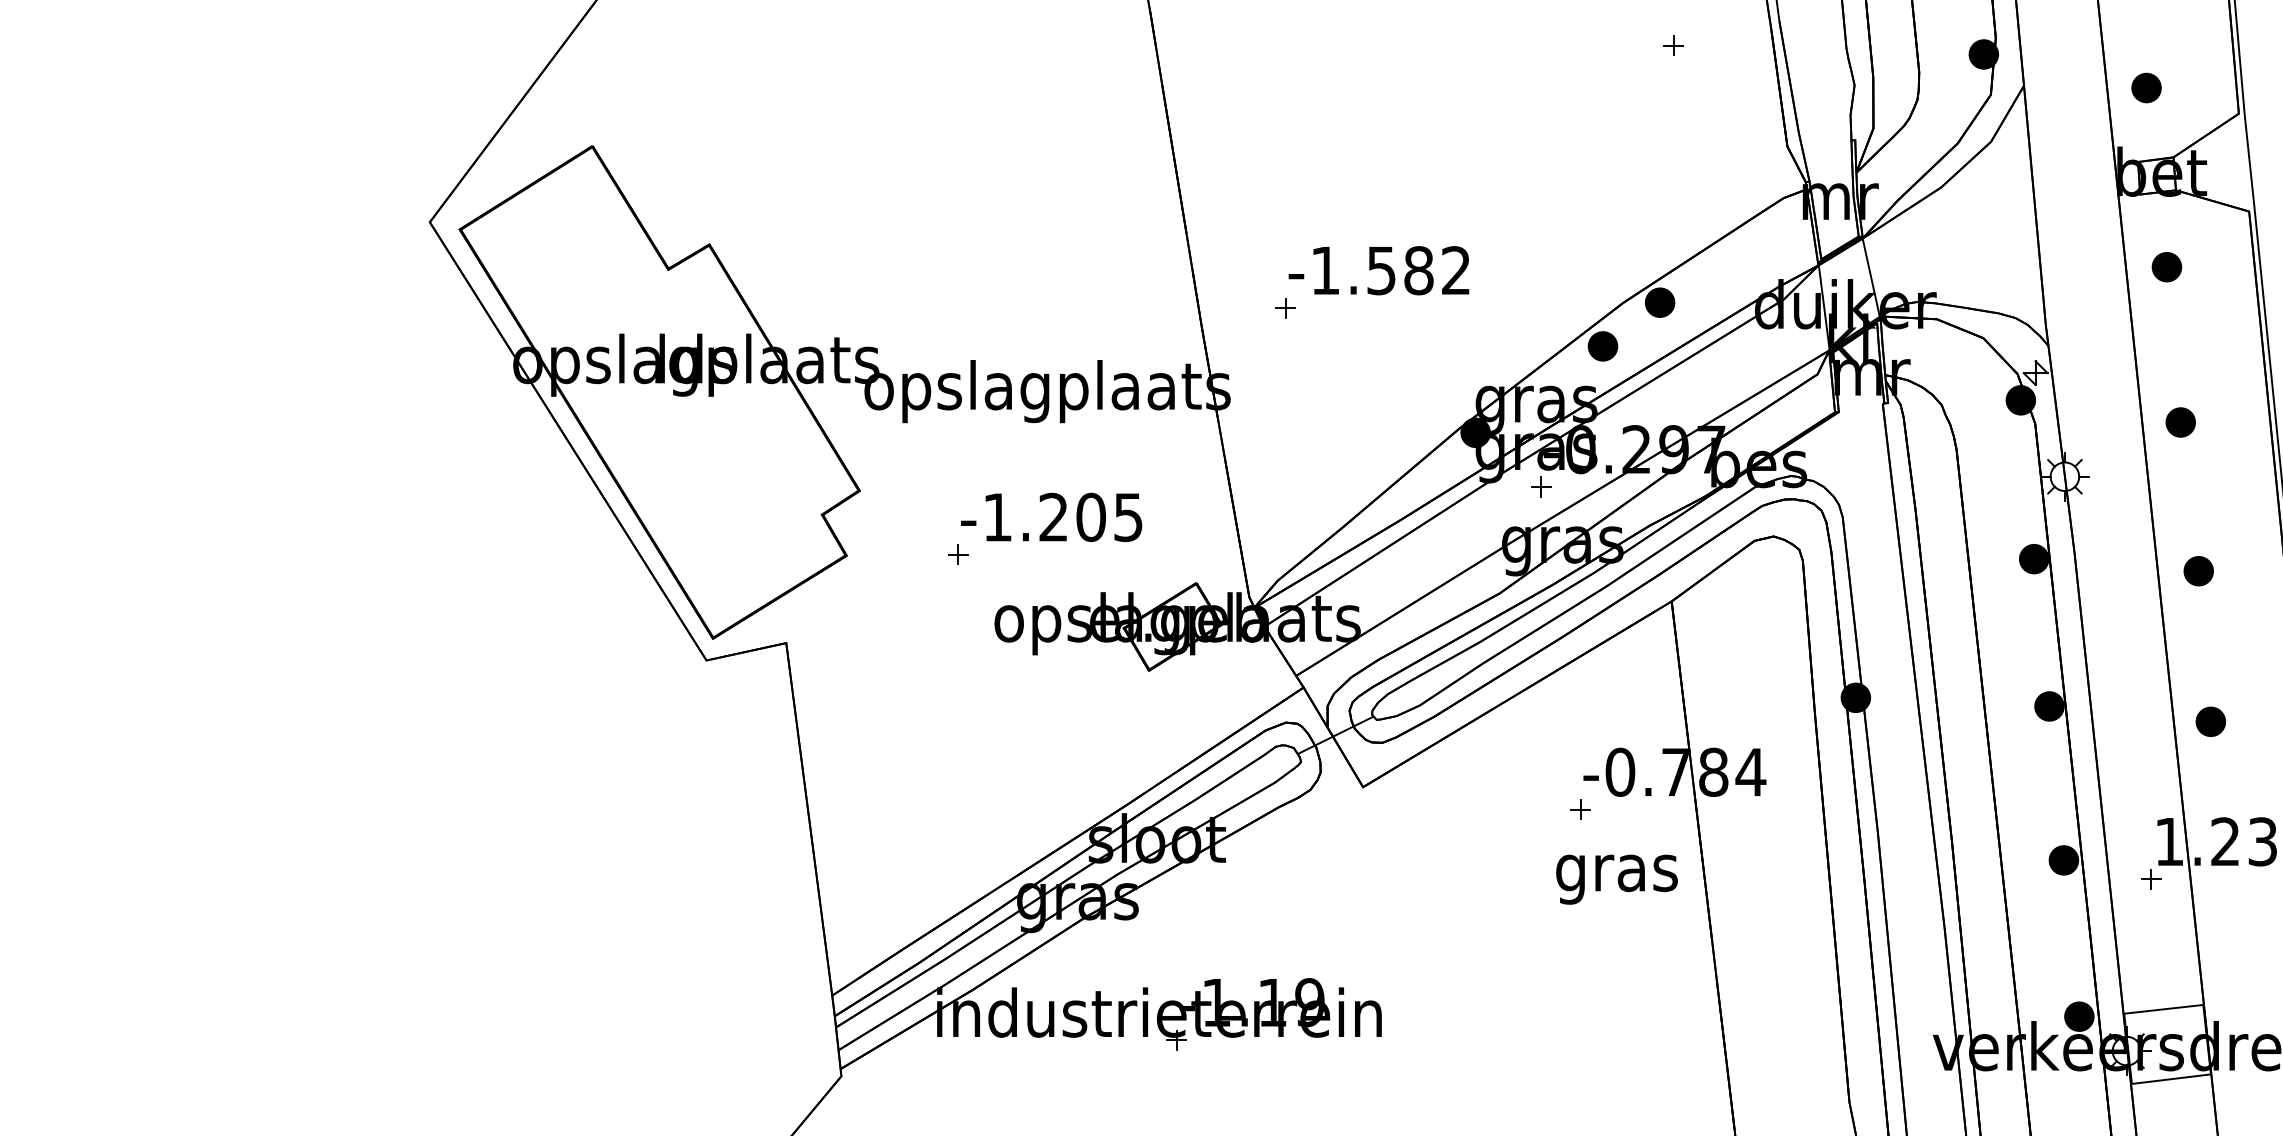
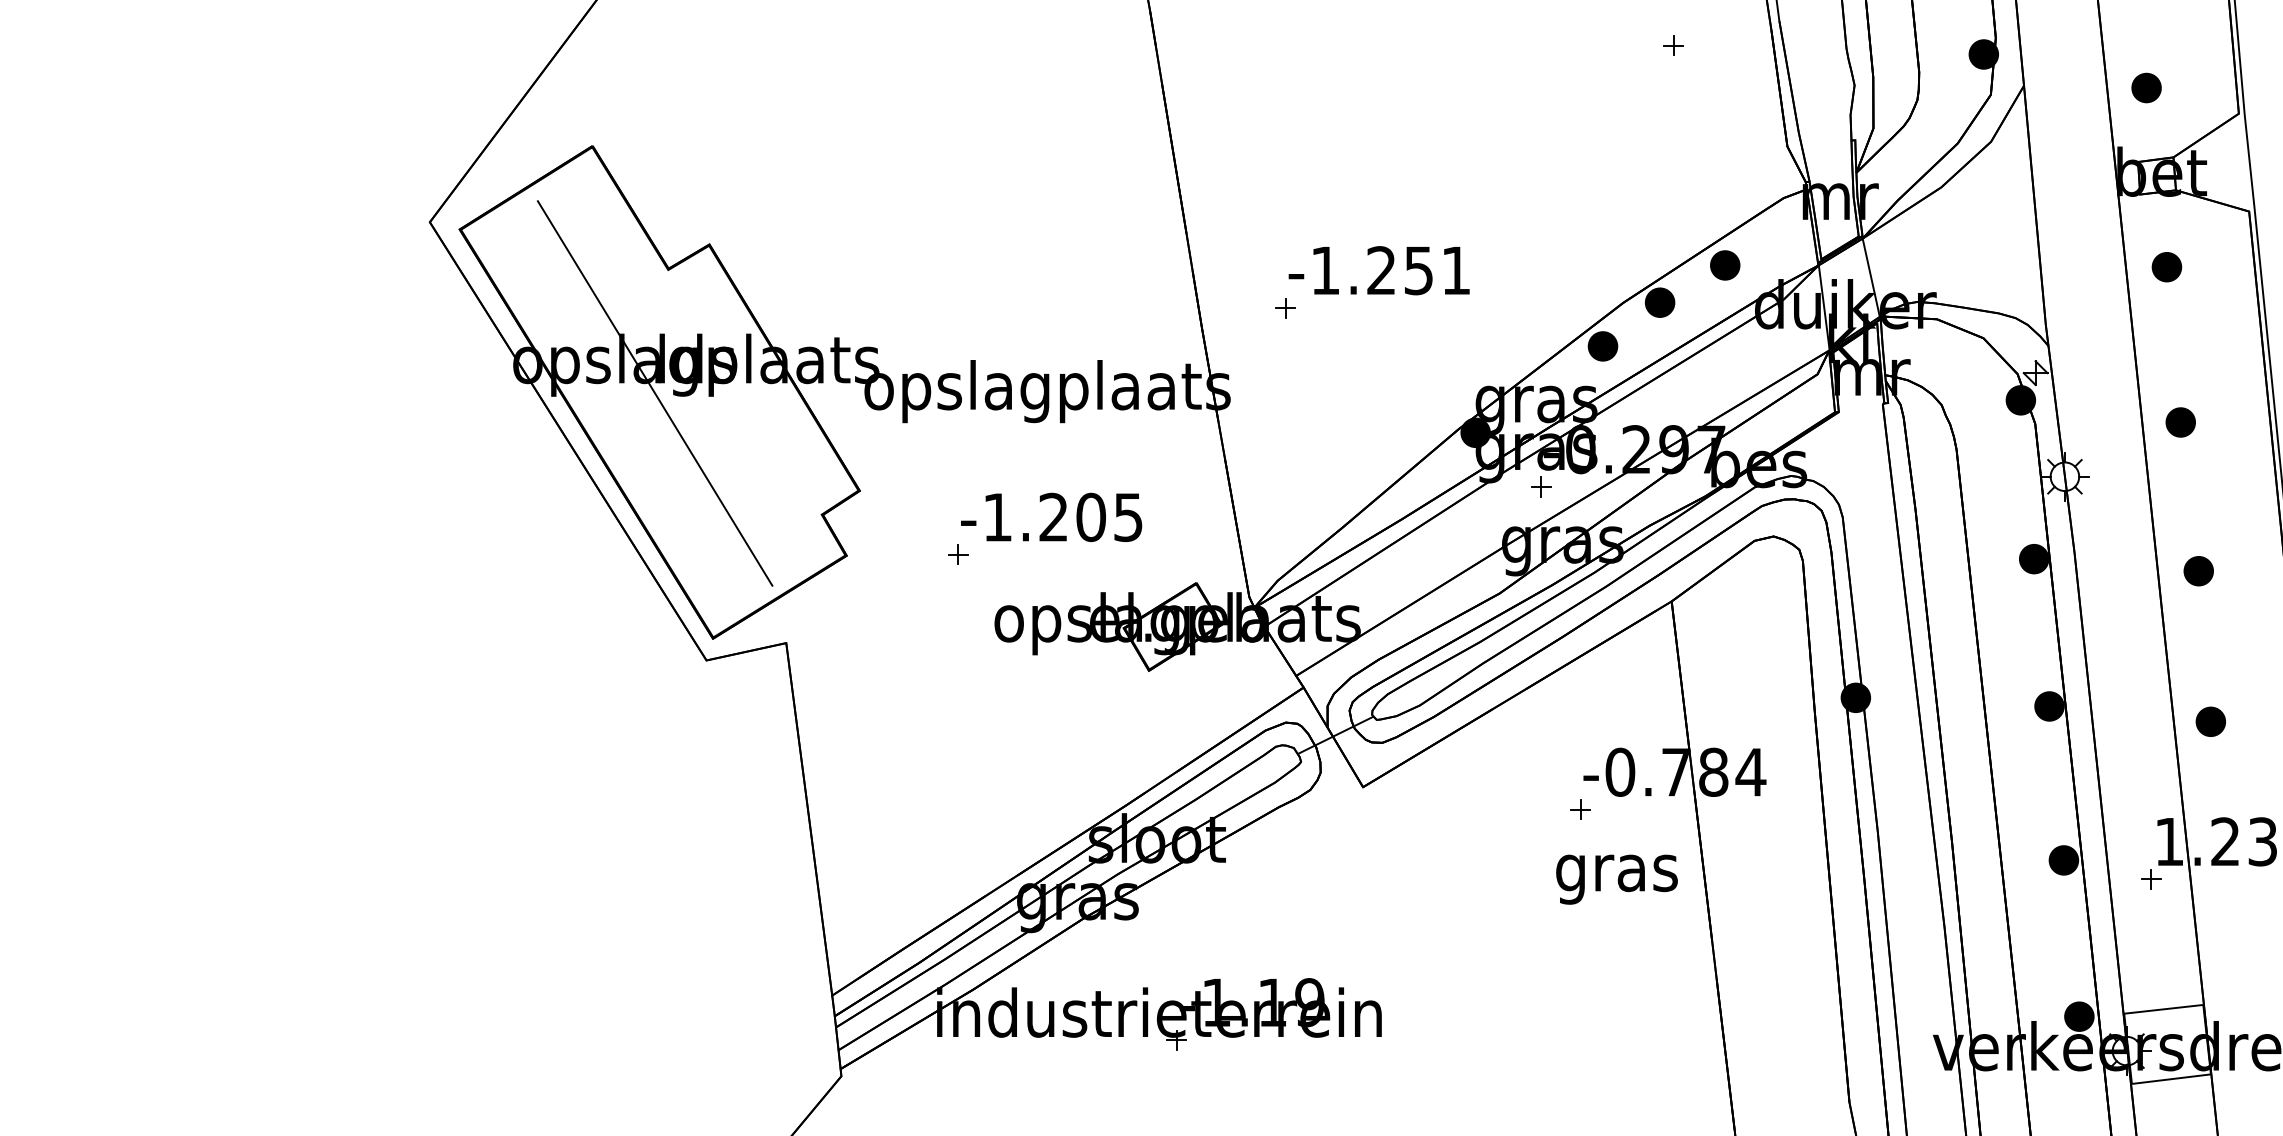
part at (1725, 265): none -> present
text at (1418, 270): -1.582 -> -1.251
line at (654, 393): none -> present
